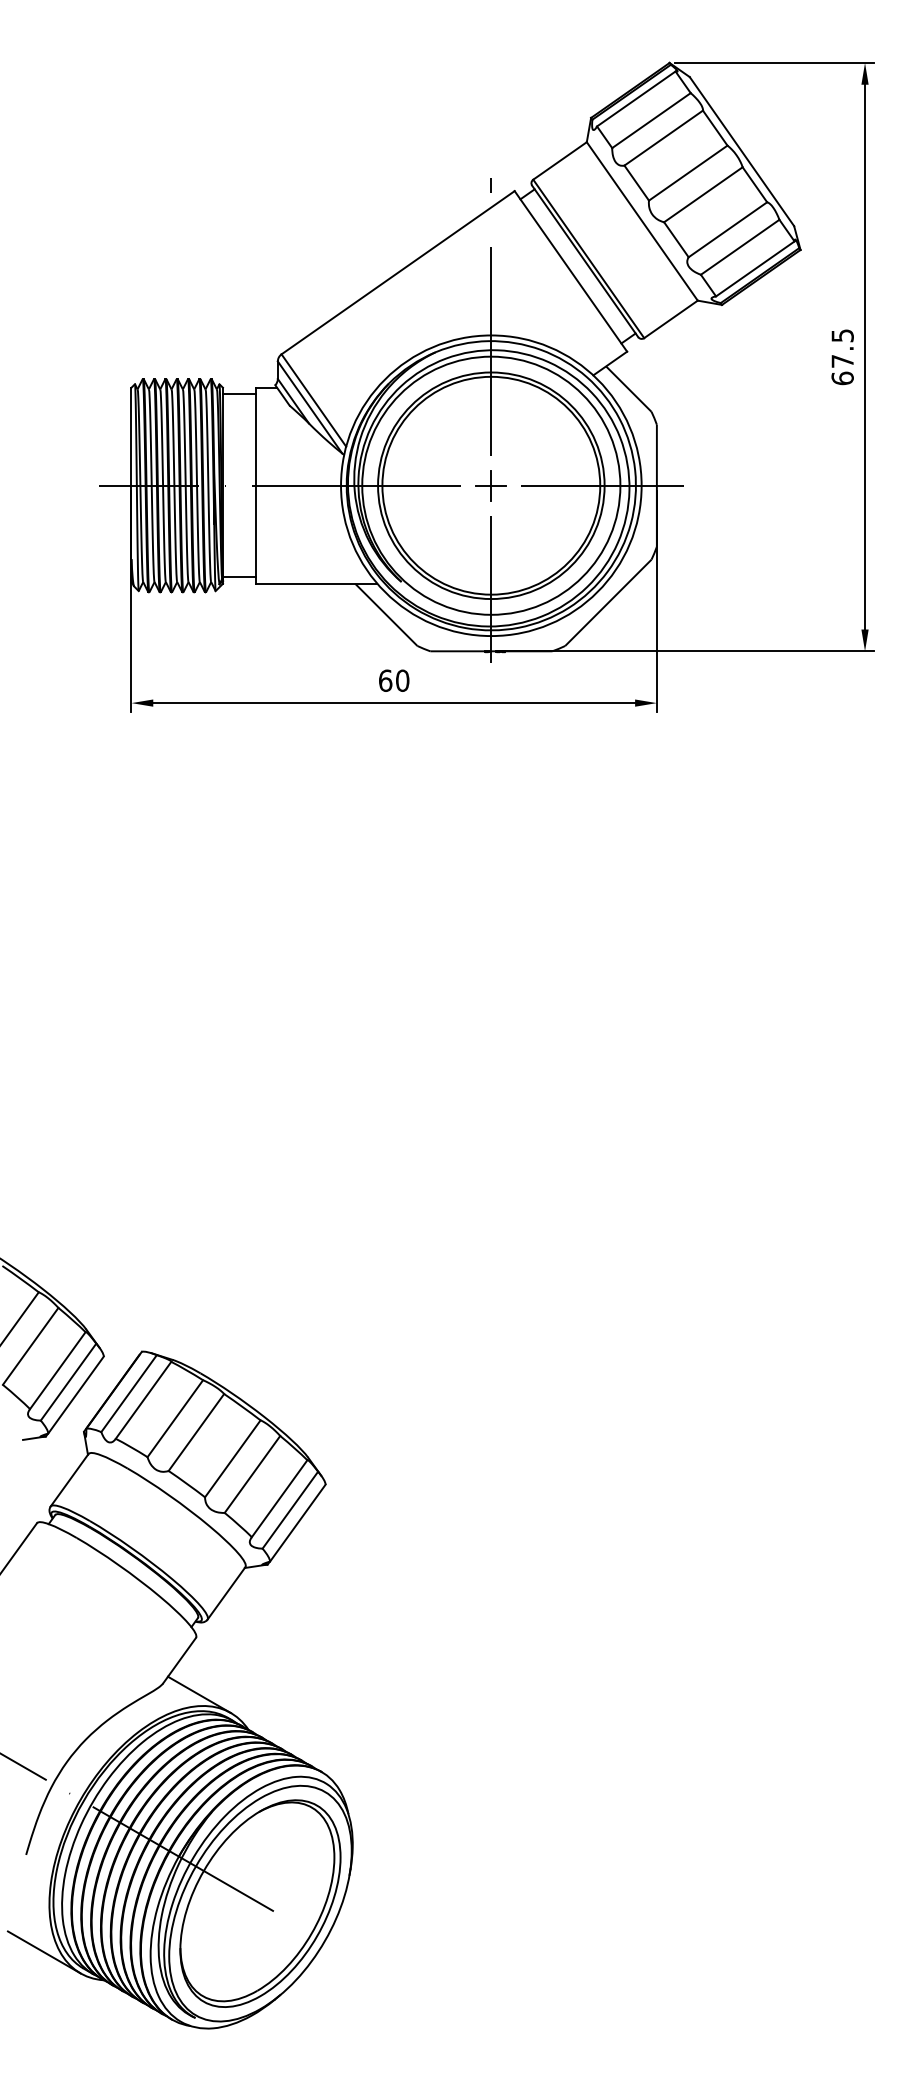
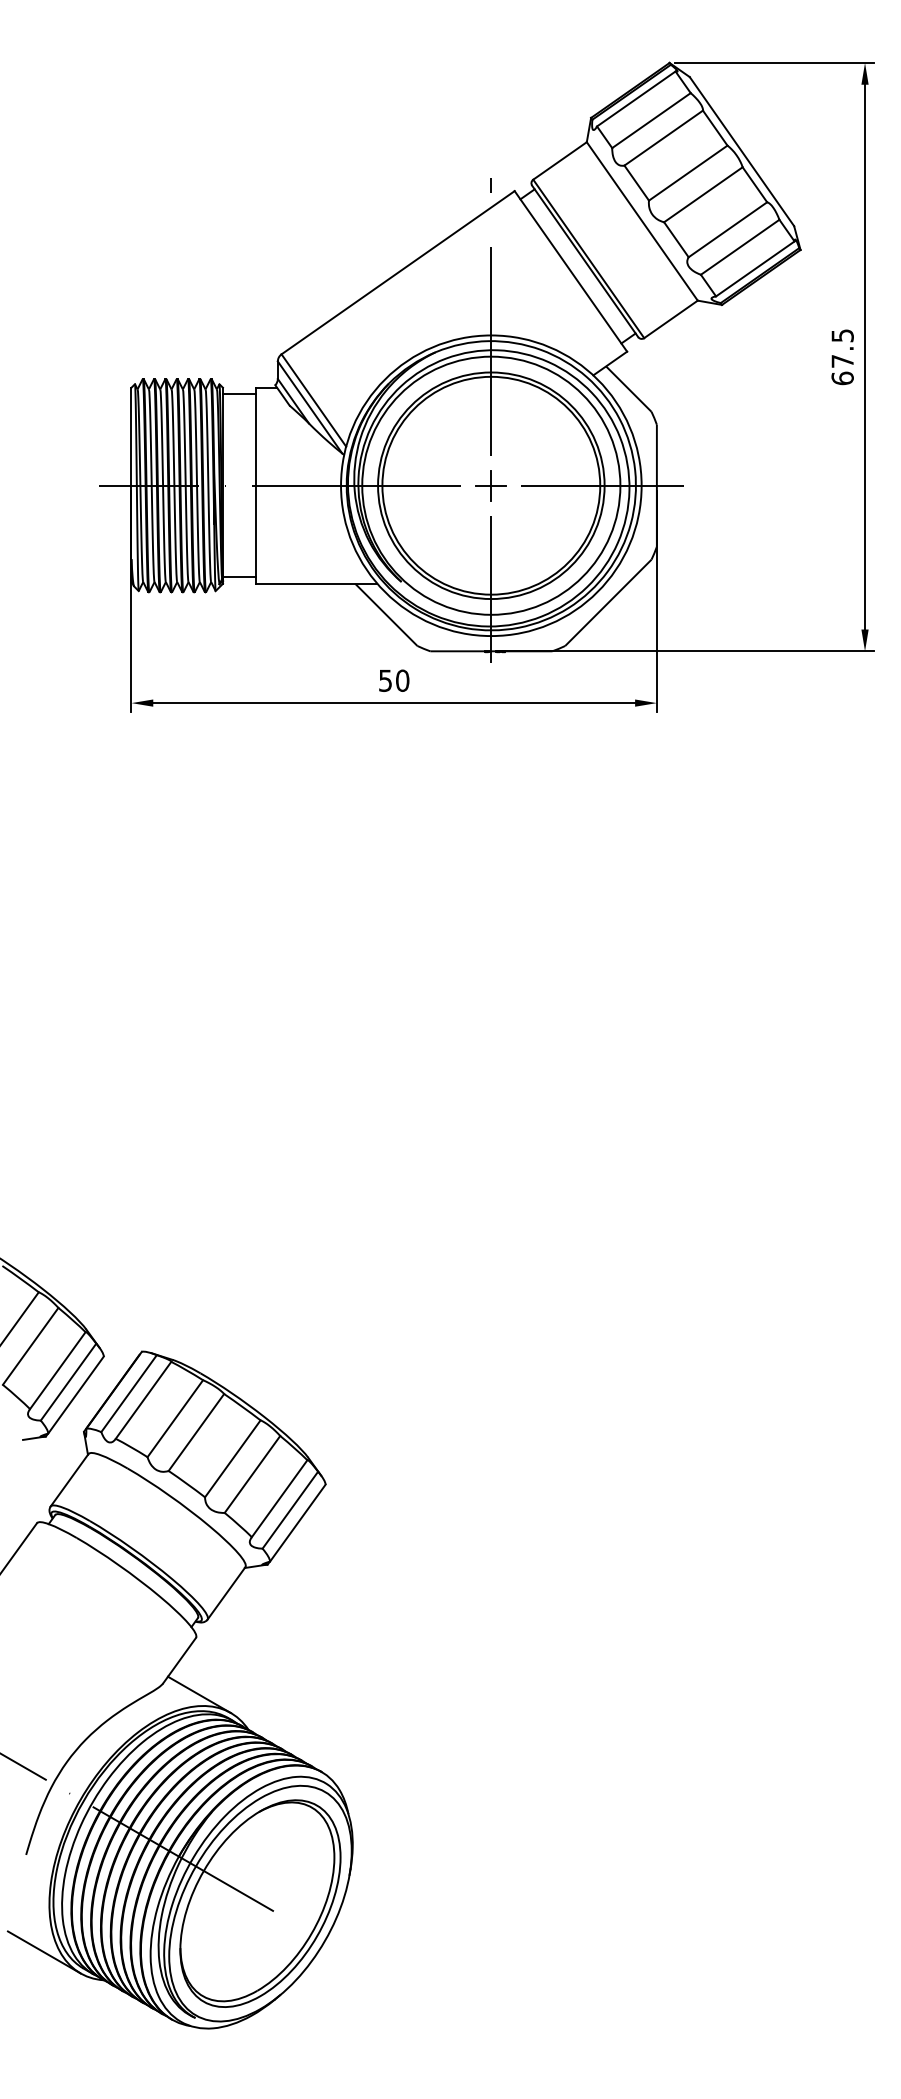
text at (385, 680): 60 -> 50
